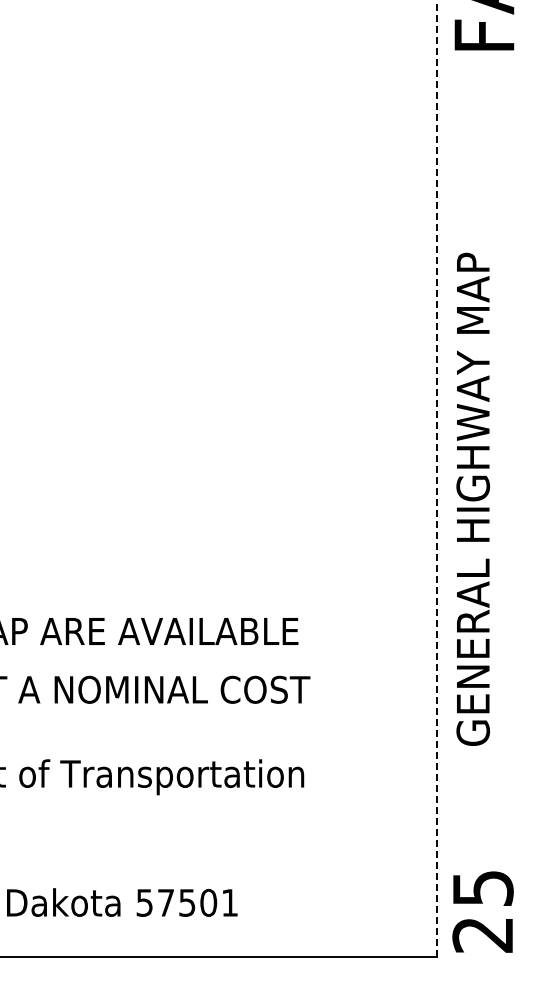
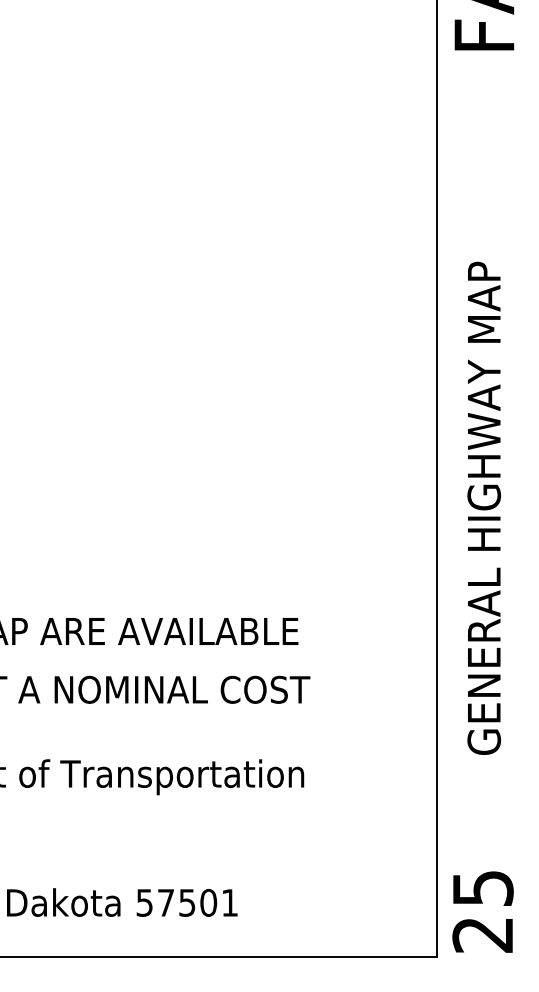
line at (436, 479): dashed -> solid
text at (473, 498) position: (473, 498) -> (484, 507)
